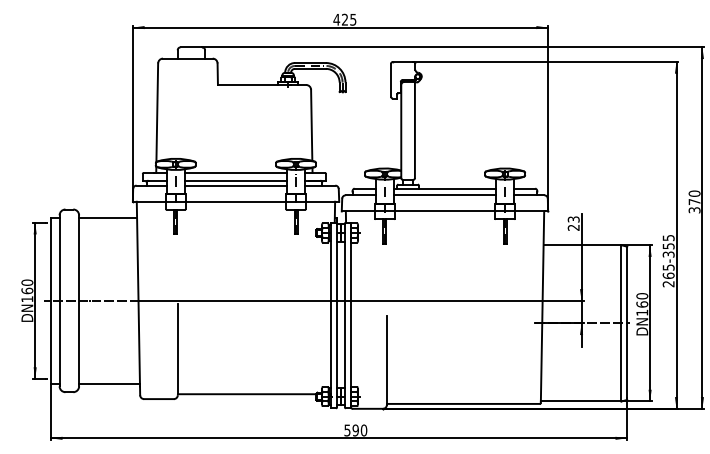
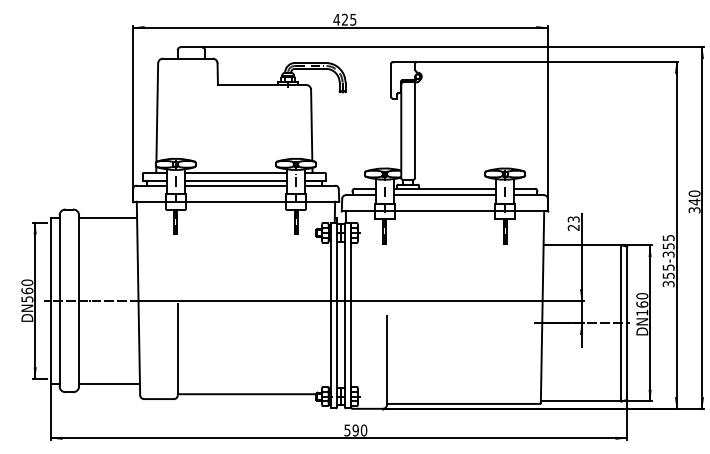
text at (694, 201): 370 -> 340
text at (668, 279): 265- -> 355-
text at (27, 299): 160 -> 560
